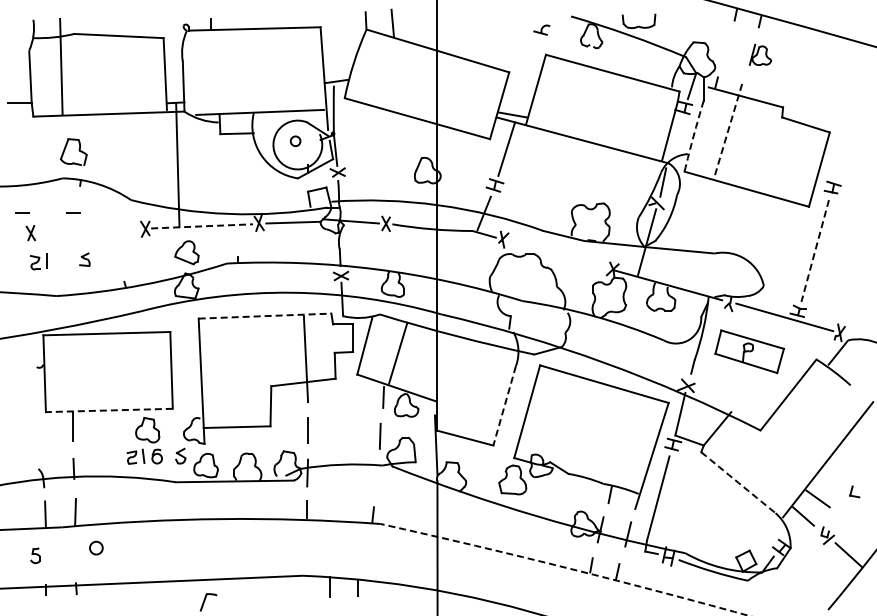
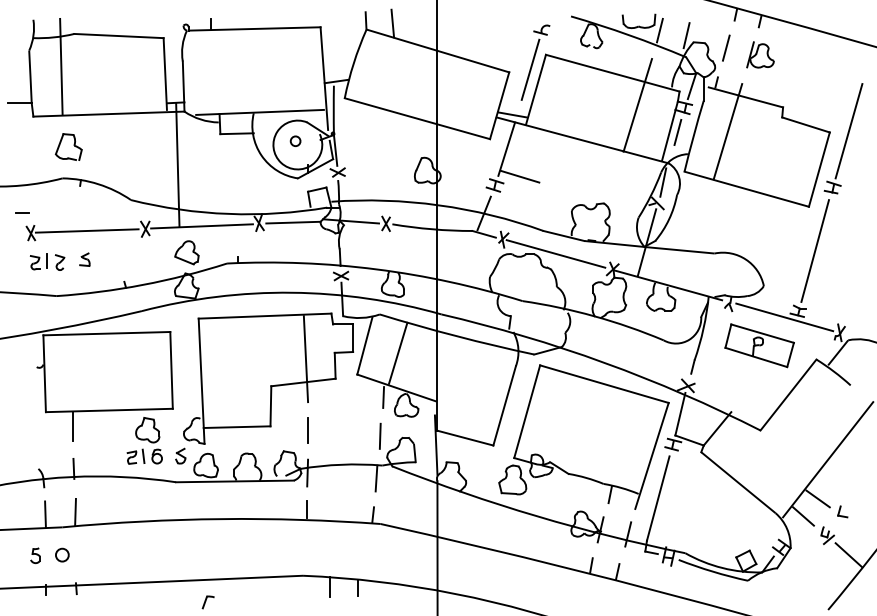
line at (659, 30): none -> present
line at (686, 35): none -> present
line at (725, 47): none -> present
part at (760, 54) size: 25x23 px -> 29x28 px
line at (530, 69): none -> present
line at (637, 105): none -> present
line at (727, 131): dashed -> solid
line at (848, 131): none -> present
line at (677, 132): none -> present
arc at (693, 136): dashed -> solid
part at (73, 151) position: (73, 151) -> (68, 146)
line at (519, 176): none -> present
line at (73, 212): present -> none
line at (202, 226): dashed -> solid
line at (86, 230): none -> present
line at (815, 251): dashed -> solid
line at (555, 253): none -> present
part at (60, 262): none -> present
line at (265, 316): dashed -> solid
part at (749, 351) position: (749, 351) -> (759, 345)
line at (504, 406): dashed -> solid
line at (108, 410): dashed -> solid
line at (376, 478): none -> present
arc at (738, 482): dashed -> solid
part at (854, 491) position: (854, 491) -> (842, 511)
circle at (96, 547) position: (96, 547) -> (62, 554)
arc at (565, 567): dashed -> solid
part at (208, 602) size: 19x19 px -> 14x15 px
